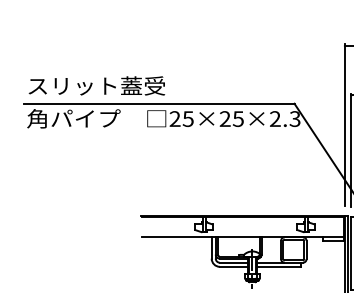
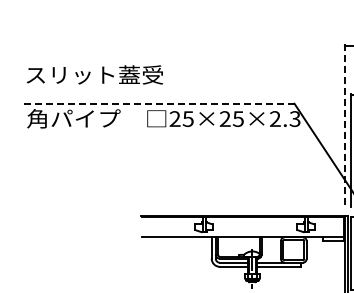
text at (96, 85) position: (96, 85) -> (94, 74)
line at (159, 103): solid -> dashed
line at (344, 125): solid -> dashed
